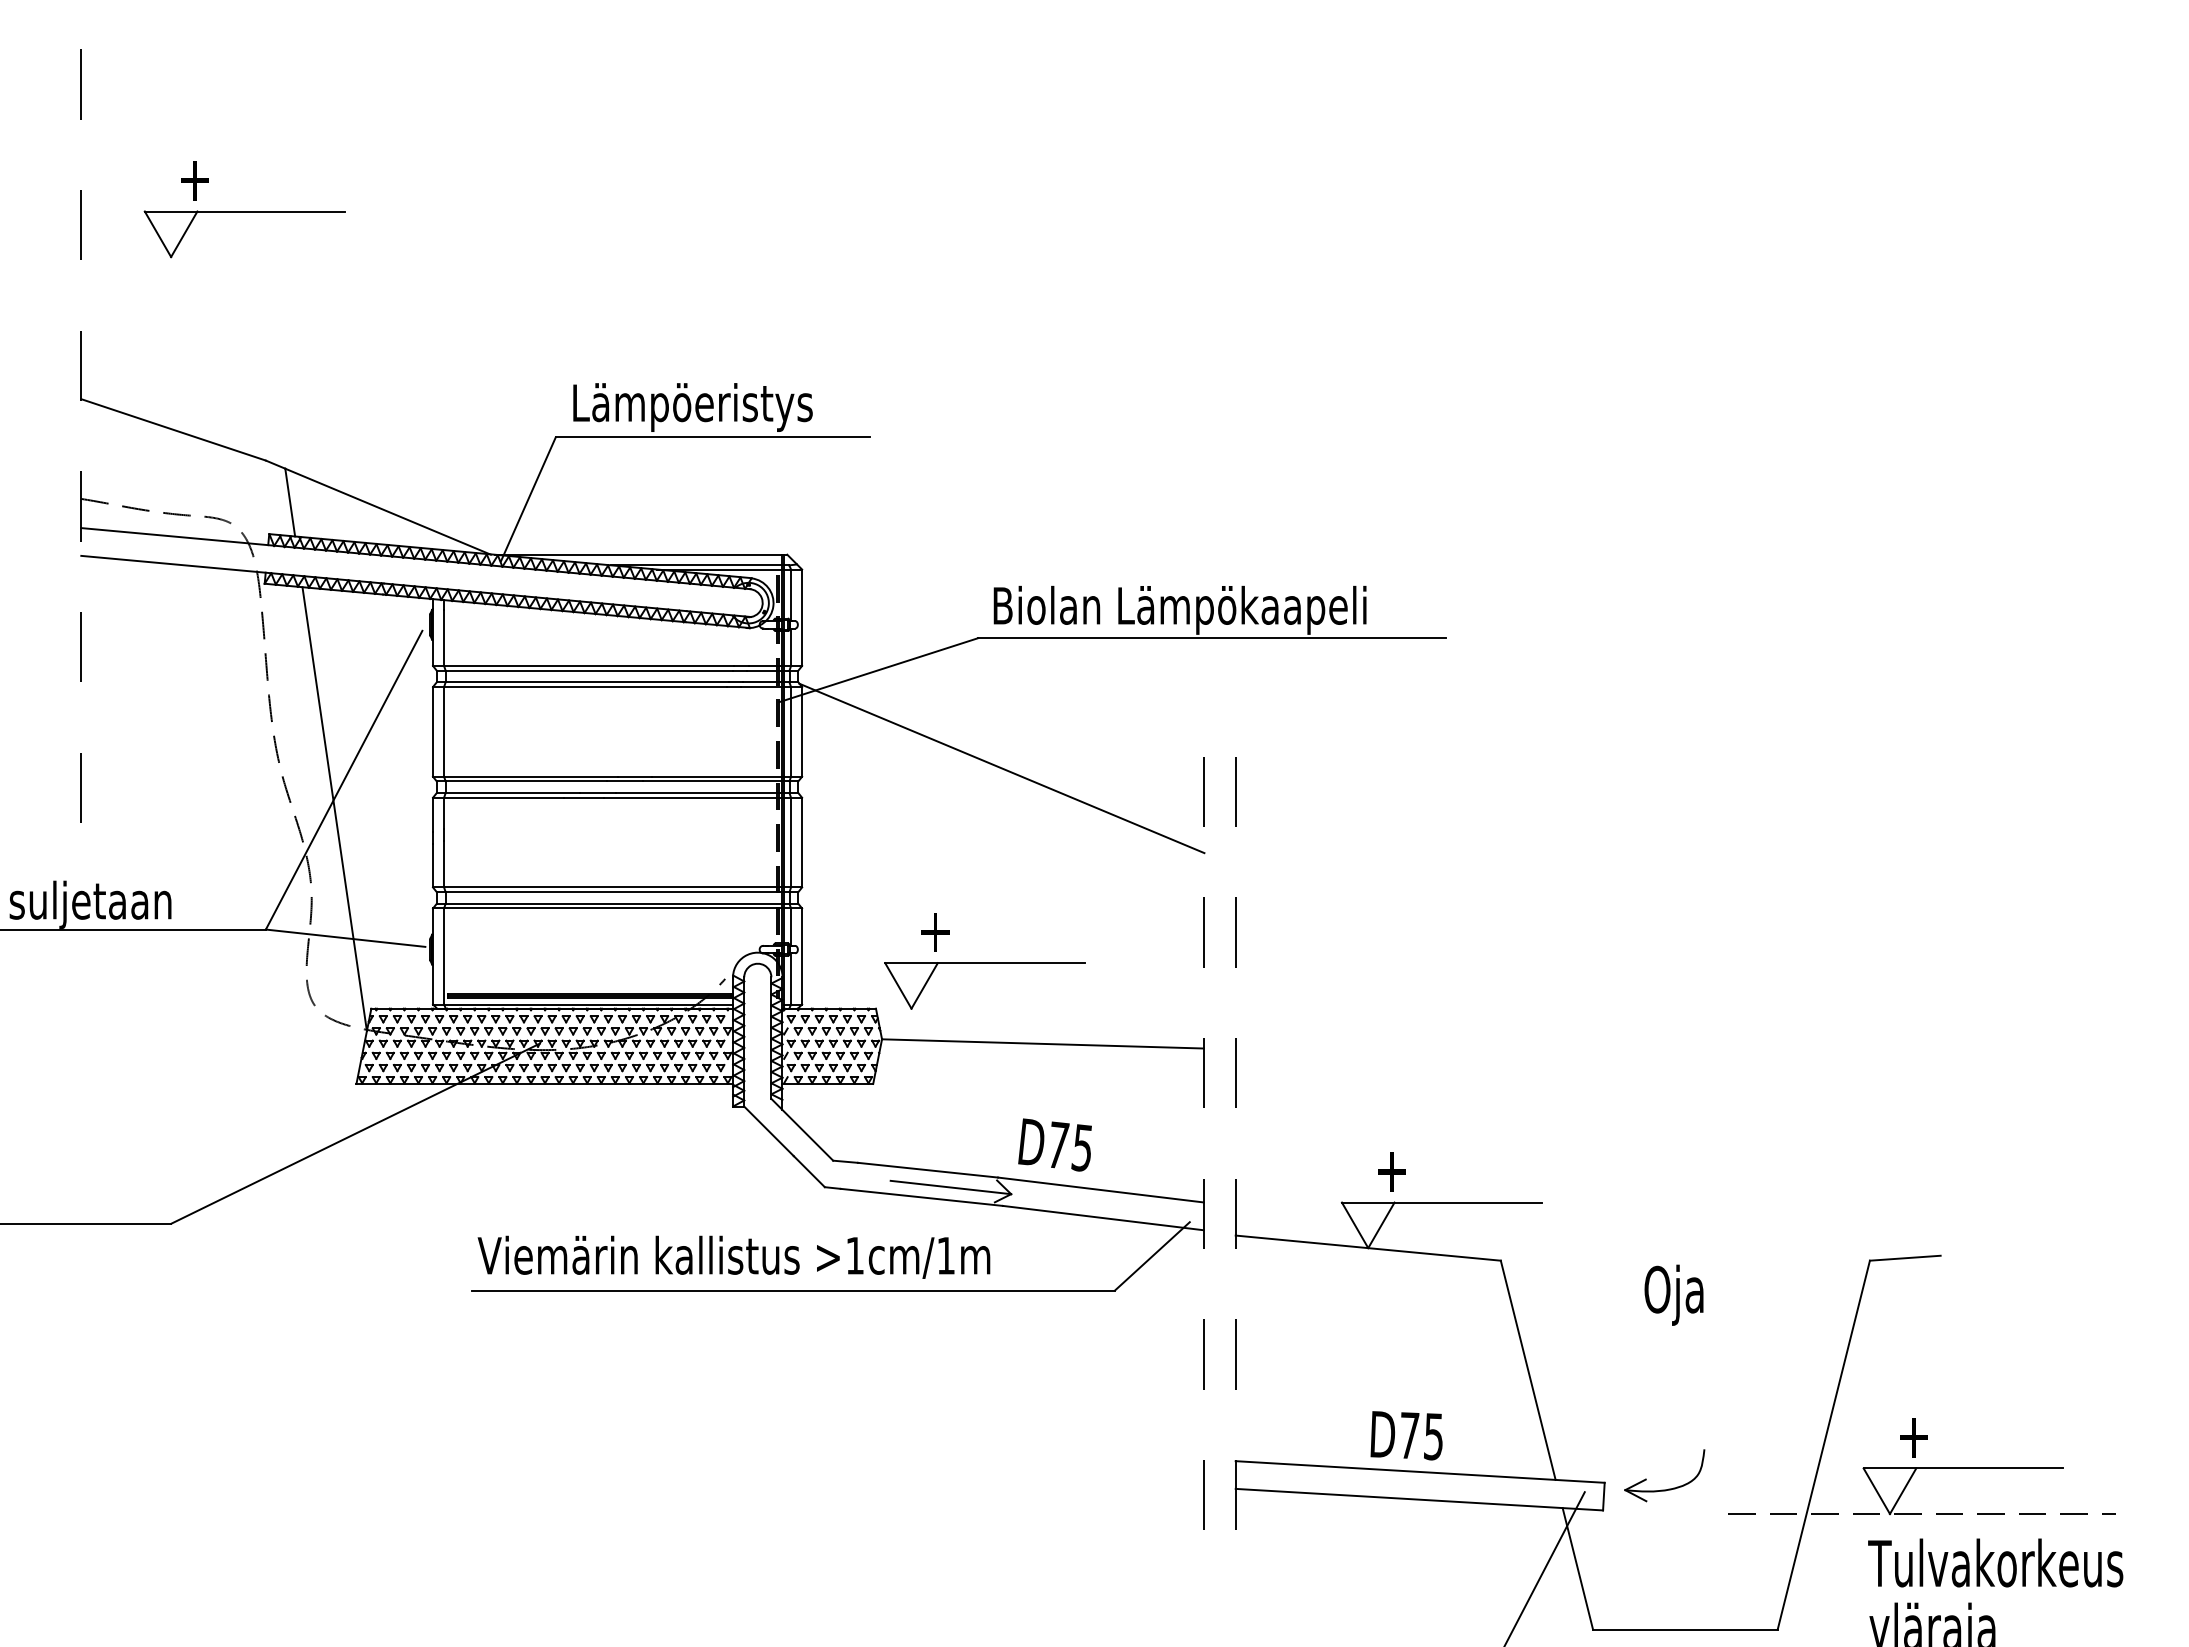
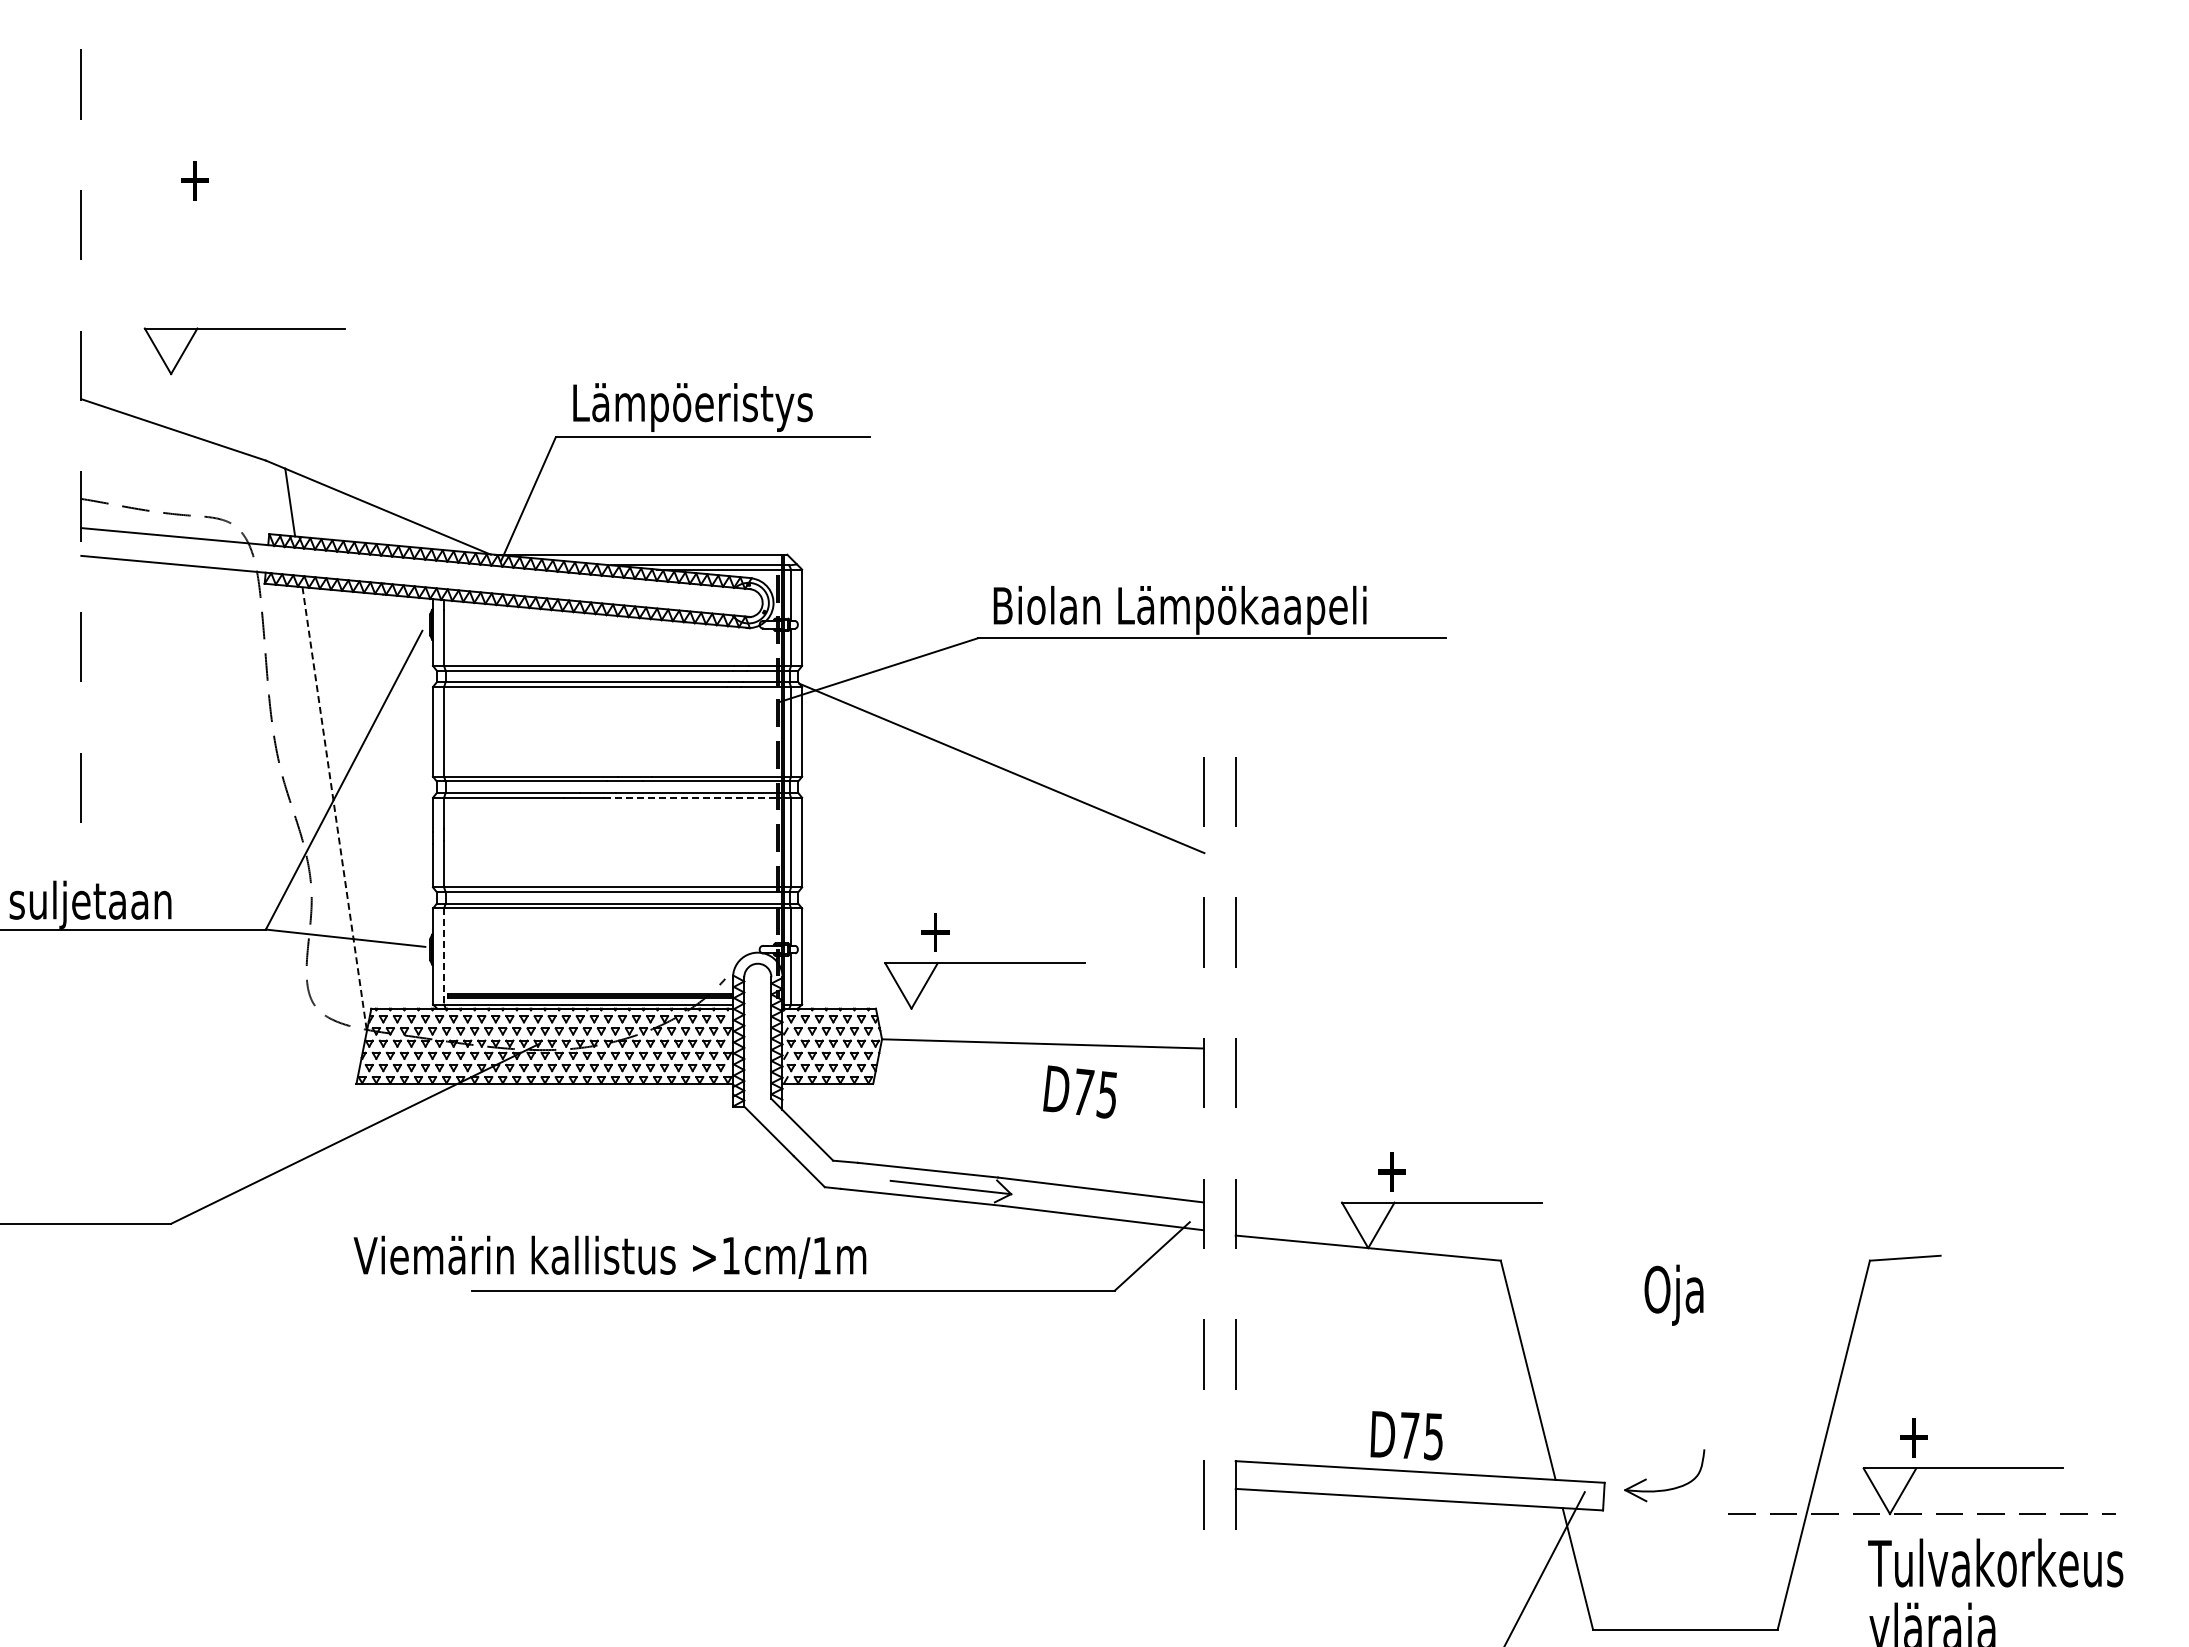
part at (244, 212) position: (244, 212) -> (244, 329)
line at (692, 797): solid -> dashed
line at (334, 809): solid -> dashed
line at (444, 956): solid -> dashed
text at (1054, 1144) position: (1054, 1144) -> (1079, 1091)
text at (733, 1256) position: (733, 1256) -> (609, 1256)
